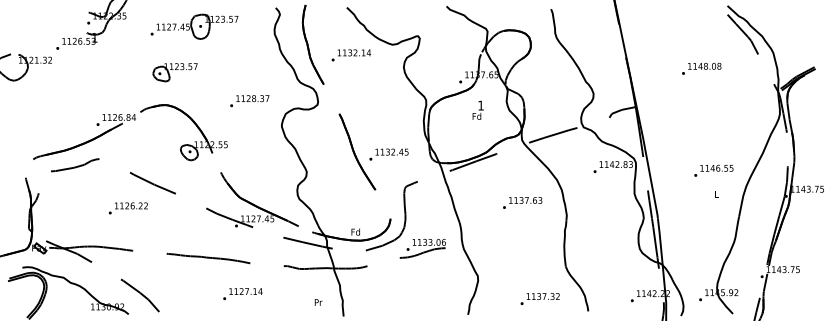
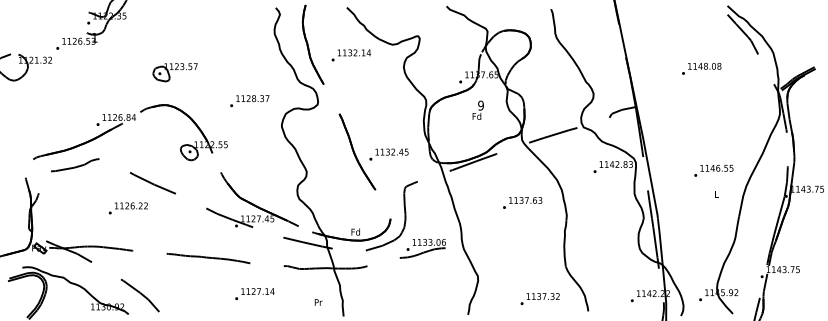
part at (194, 26): present -> none
text at (480, 105): 1 -> 9
text at (242, 294) position: (242, 294) -> (254, 294)
